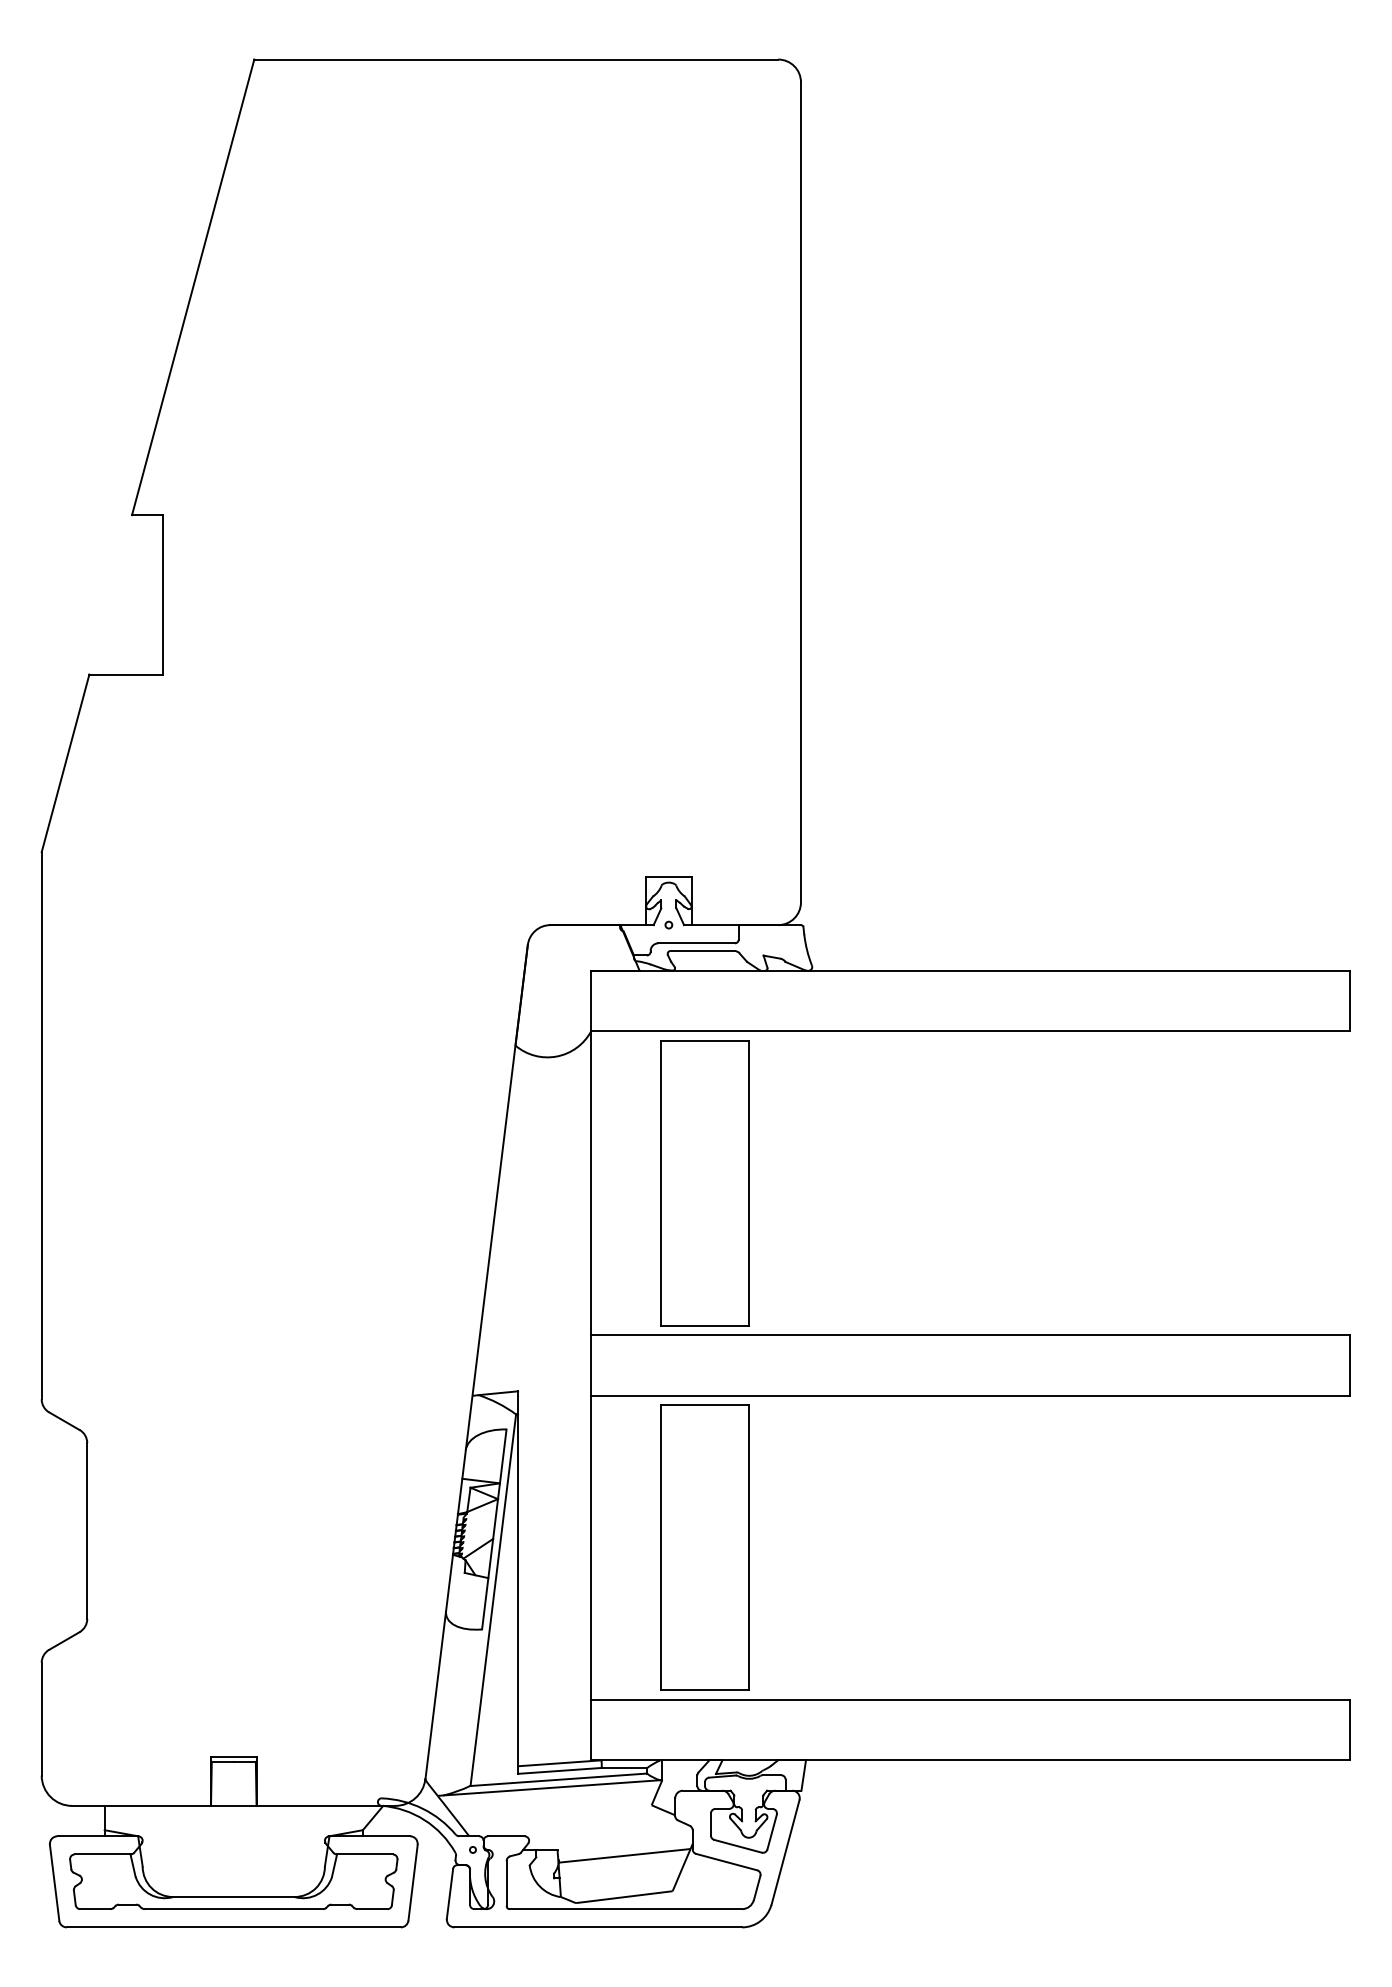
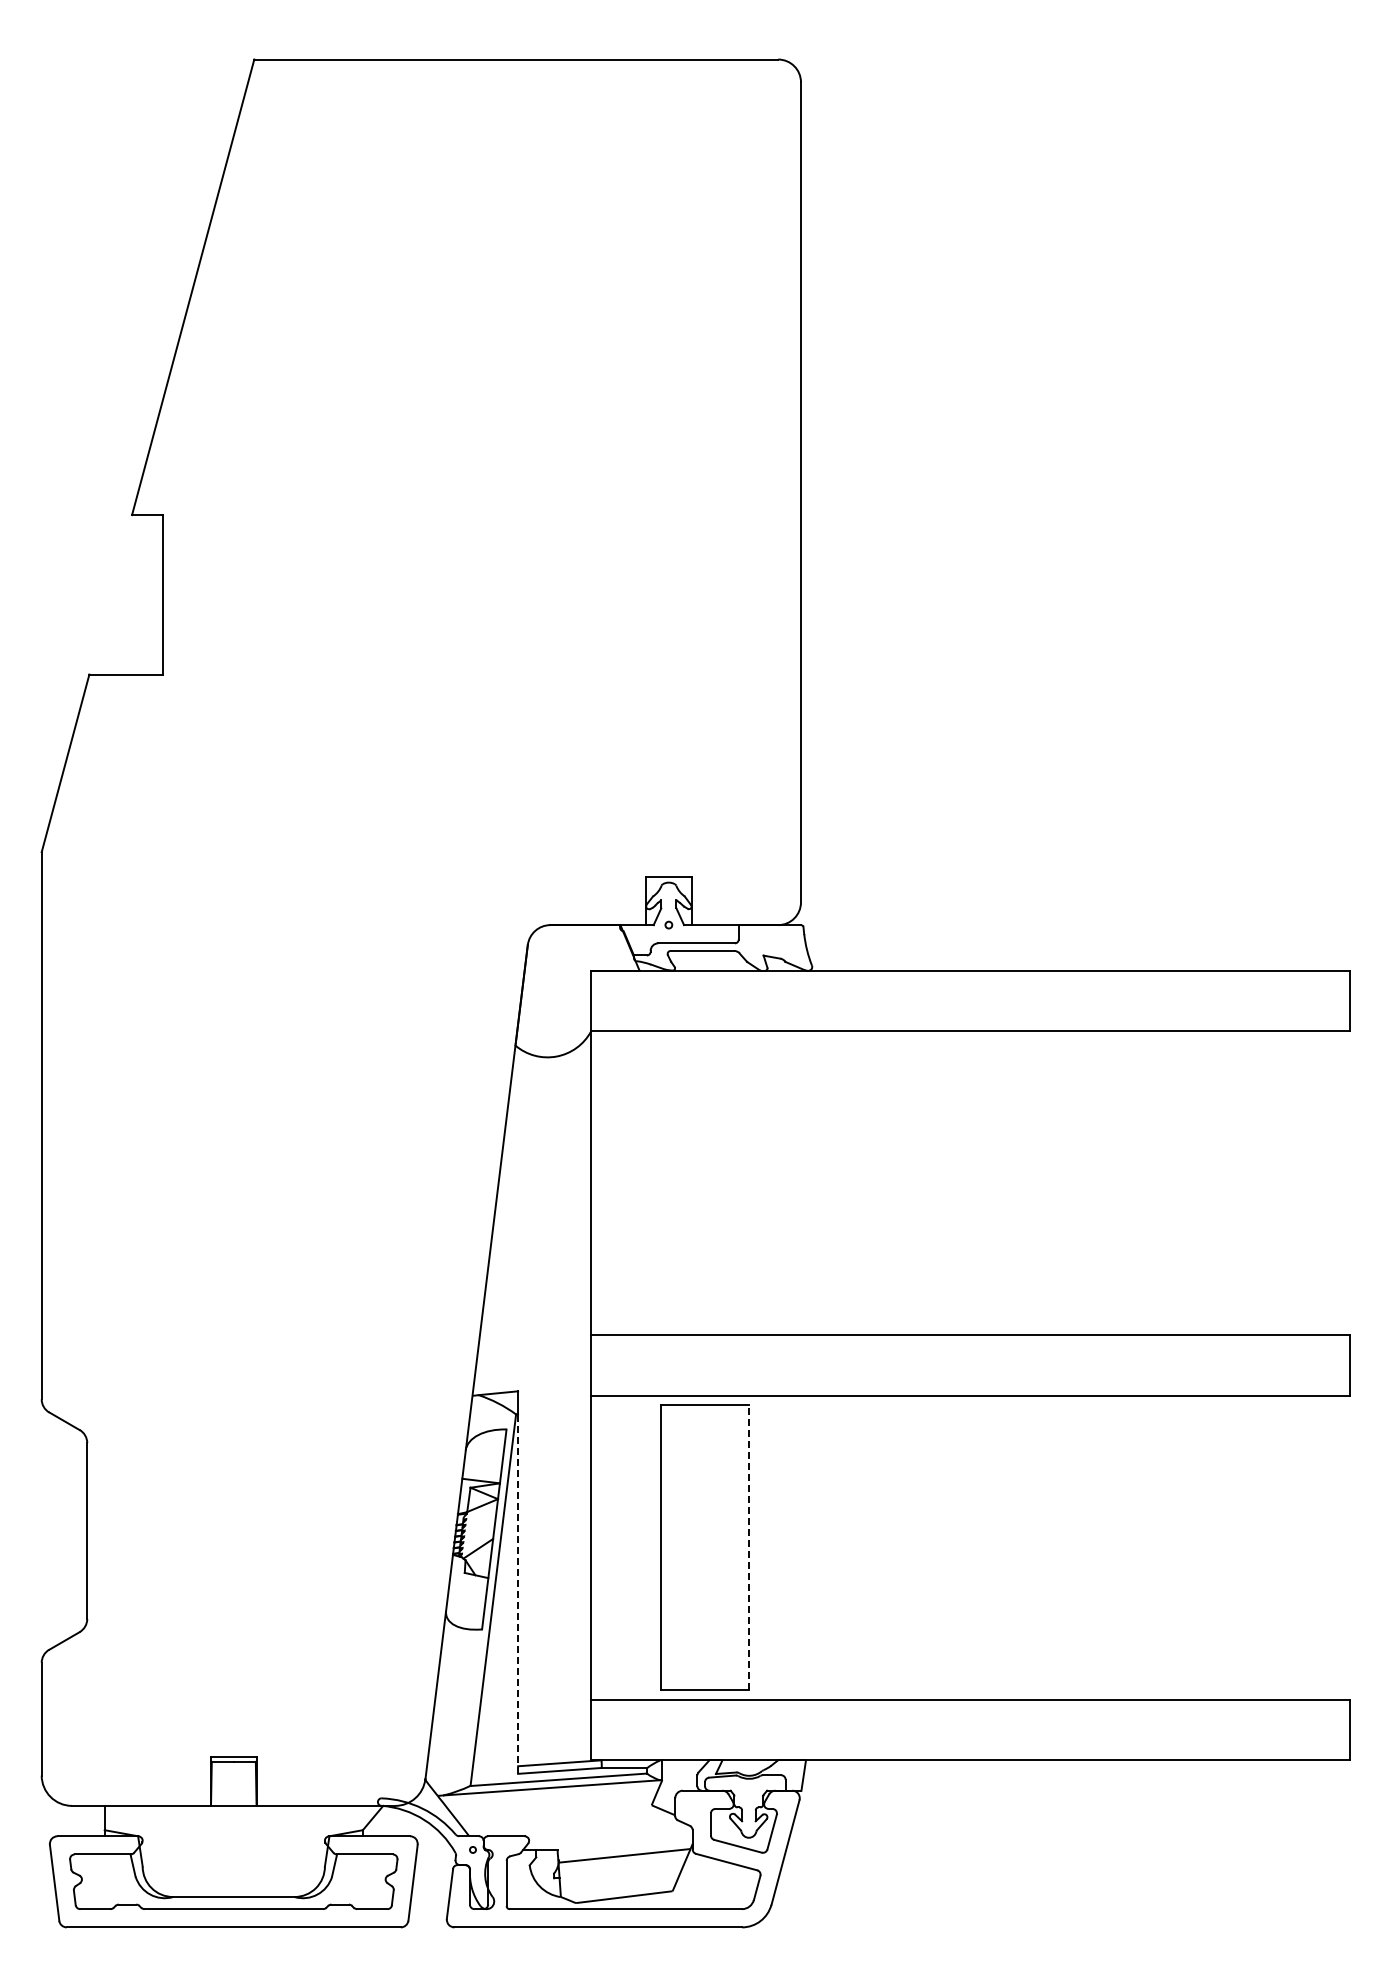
part at (704, 1183): present -> none
line at (748, 1547): solid -> dashed
line at (518, 1594): solid -> dashed
